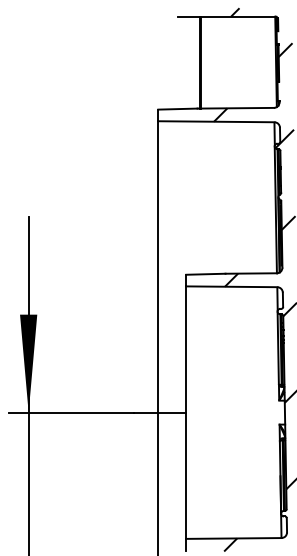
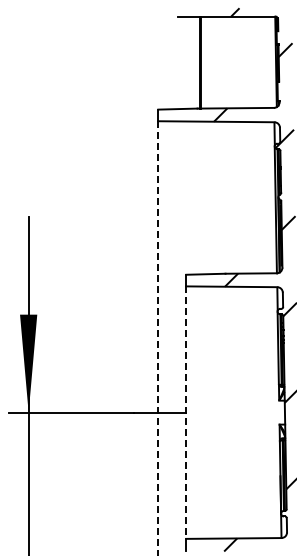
line at (158, 338): solid -> dashed
line at (186, 413): solid -> dashed
